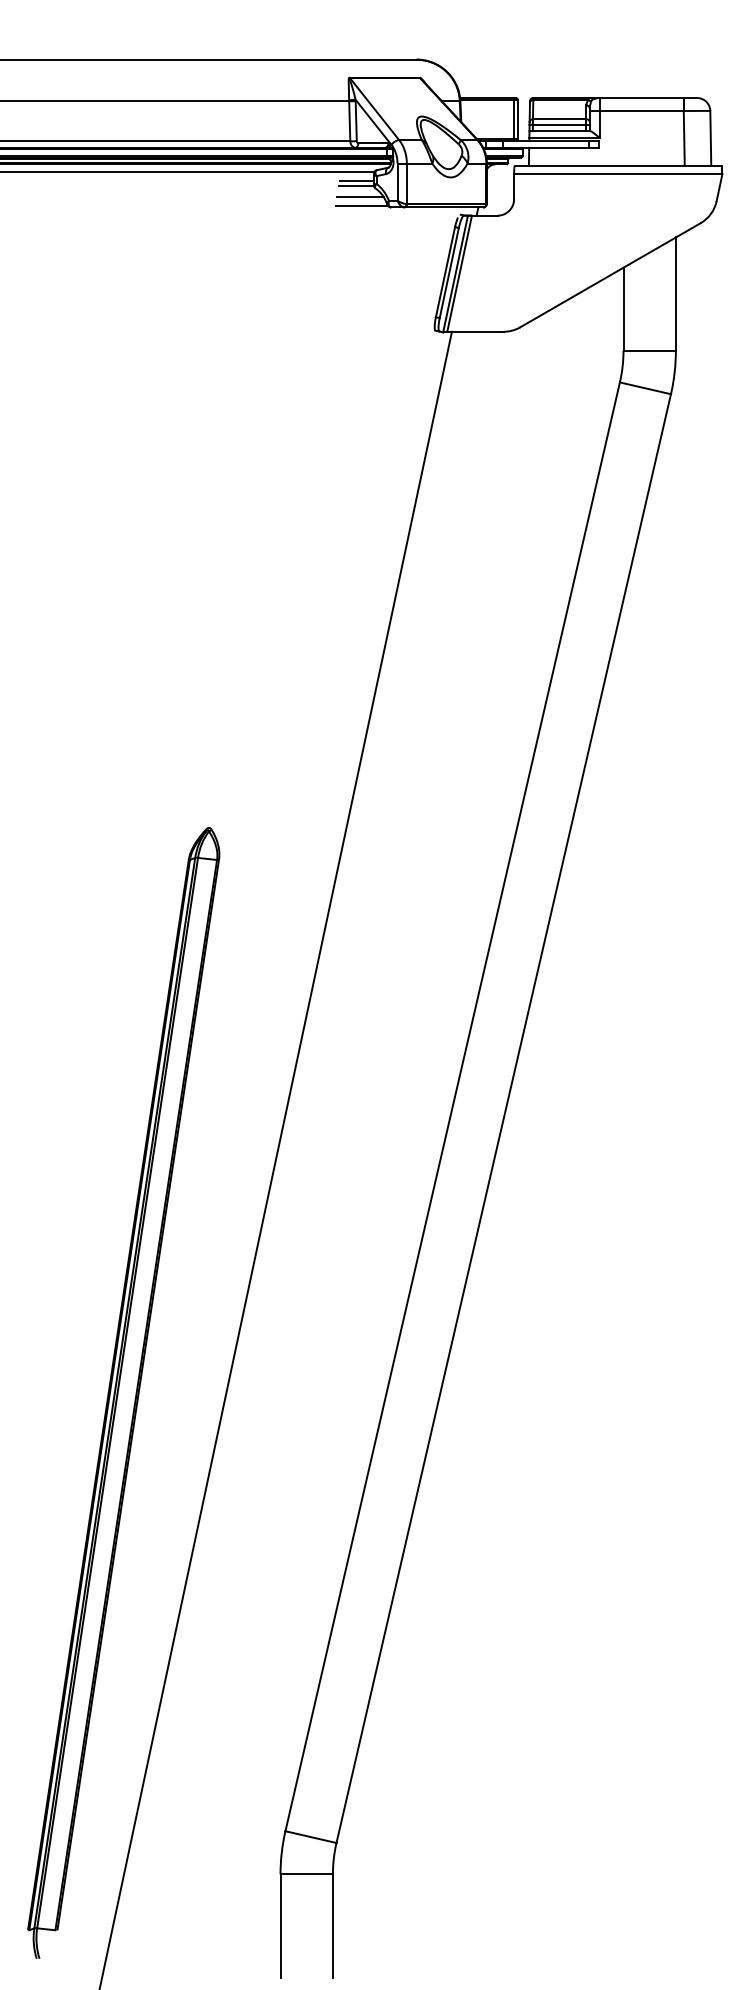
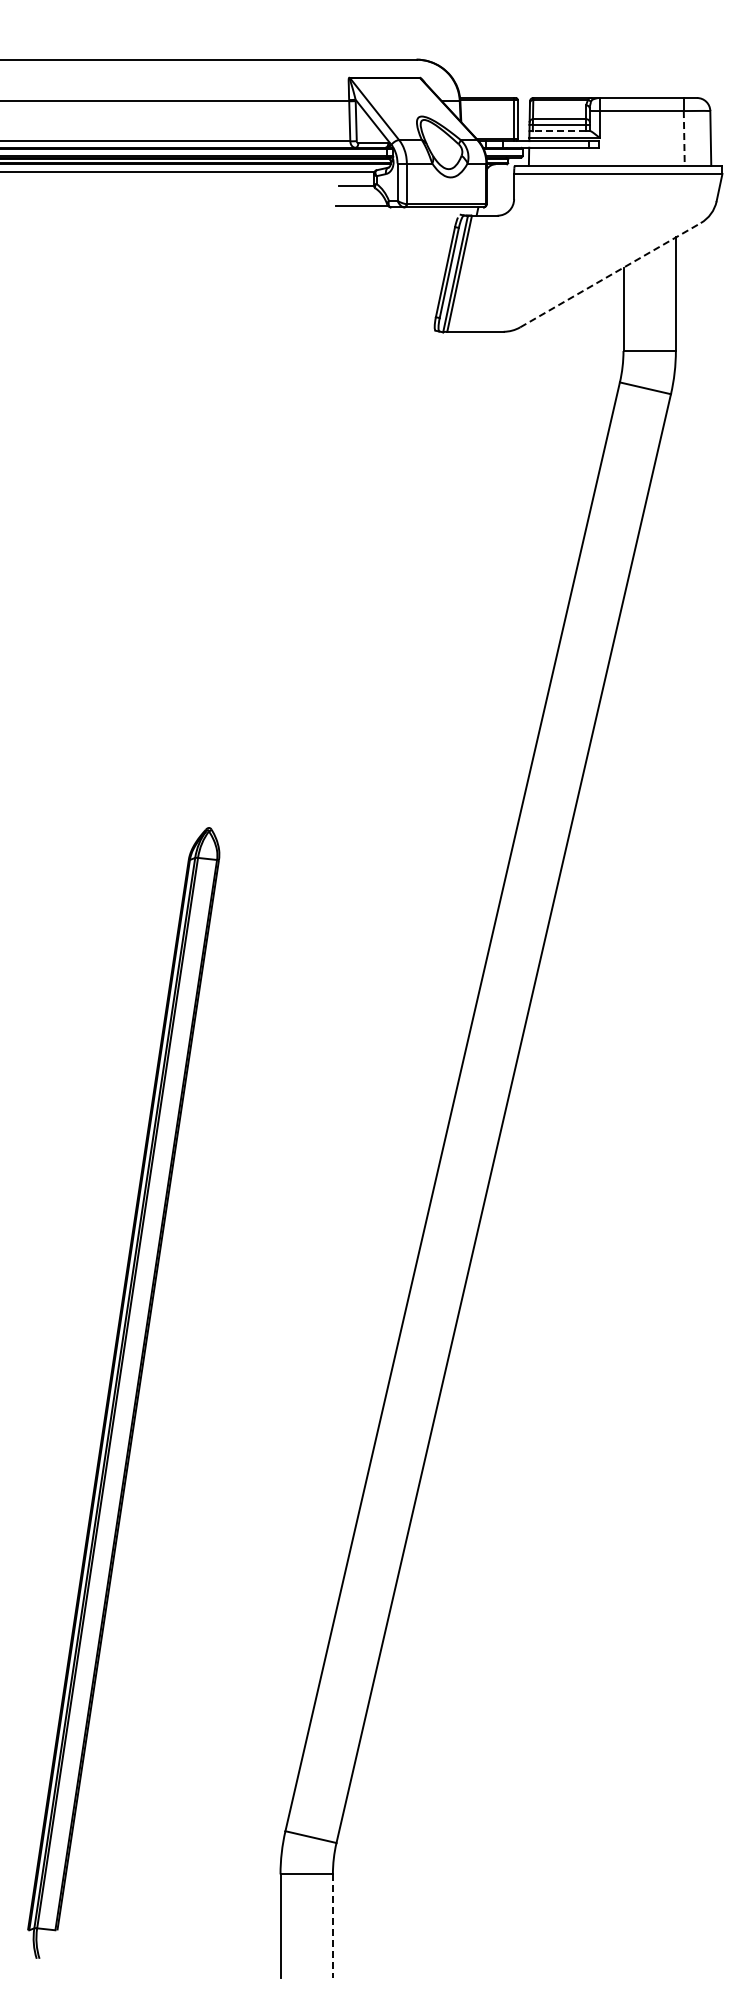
line at (559, 131): solid -> dashed
line at (684, 139): solid -> dashed
line at (356, 180): present -> none
line at (360, 197): present -> none
line at (610, 274): solid -> dashed
line at (275, 1158): present -> none
line at (332, 1926): solid -> dashed
